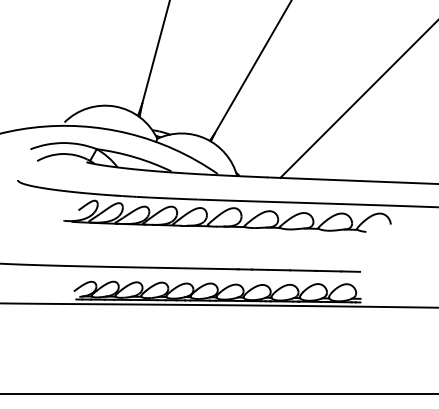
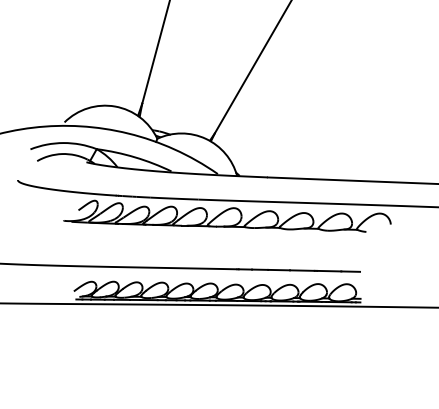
line at (357, 99): present -> none
line at (218, 393): present -> none
